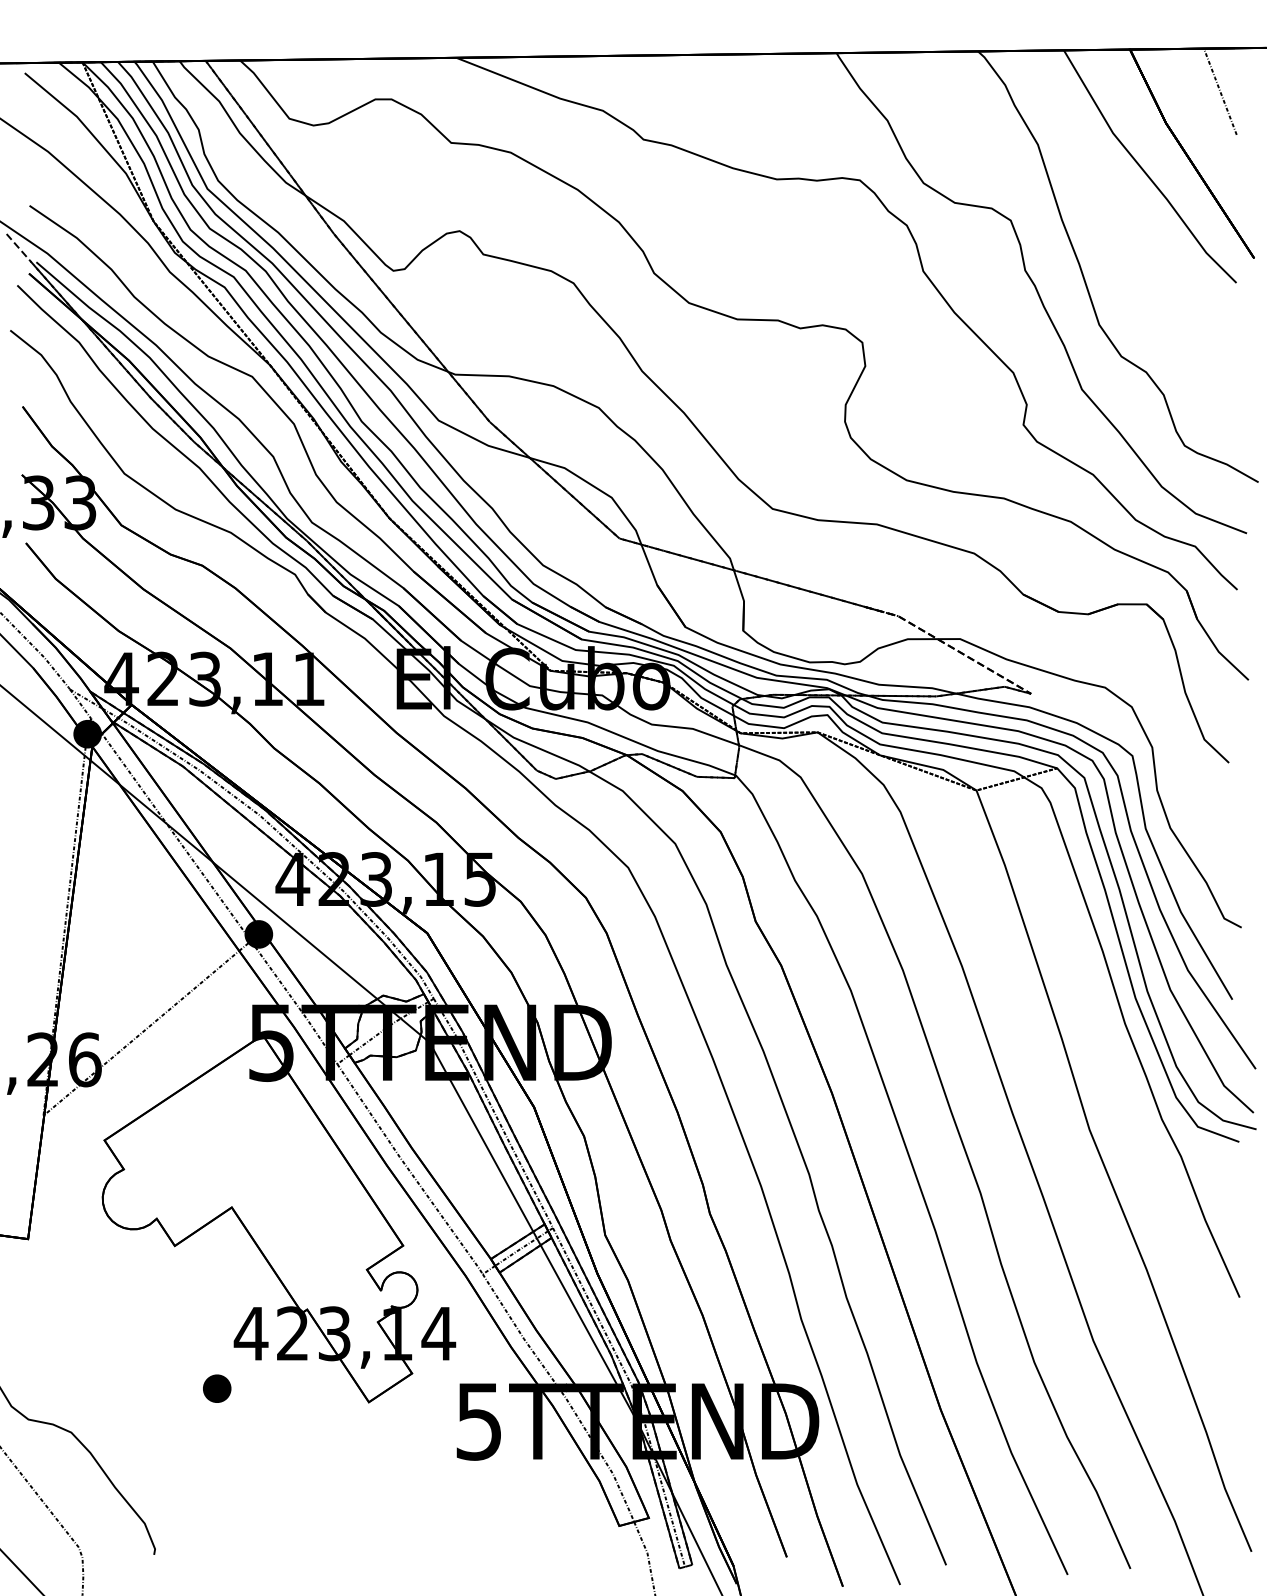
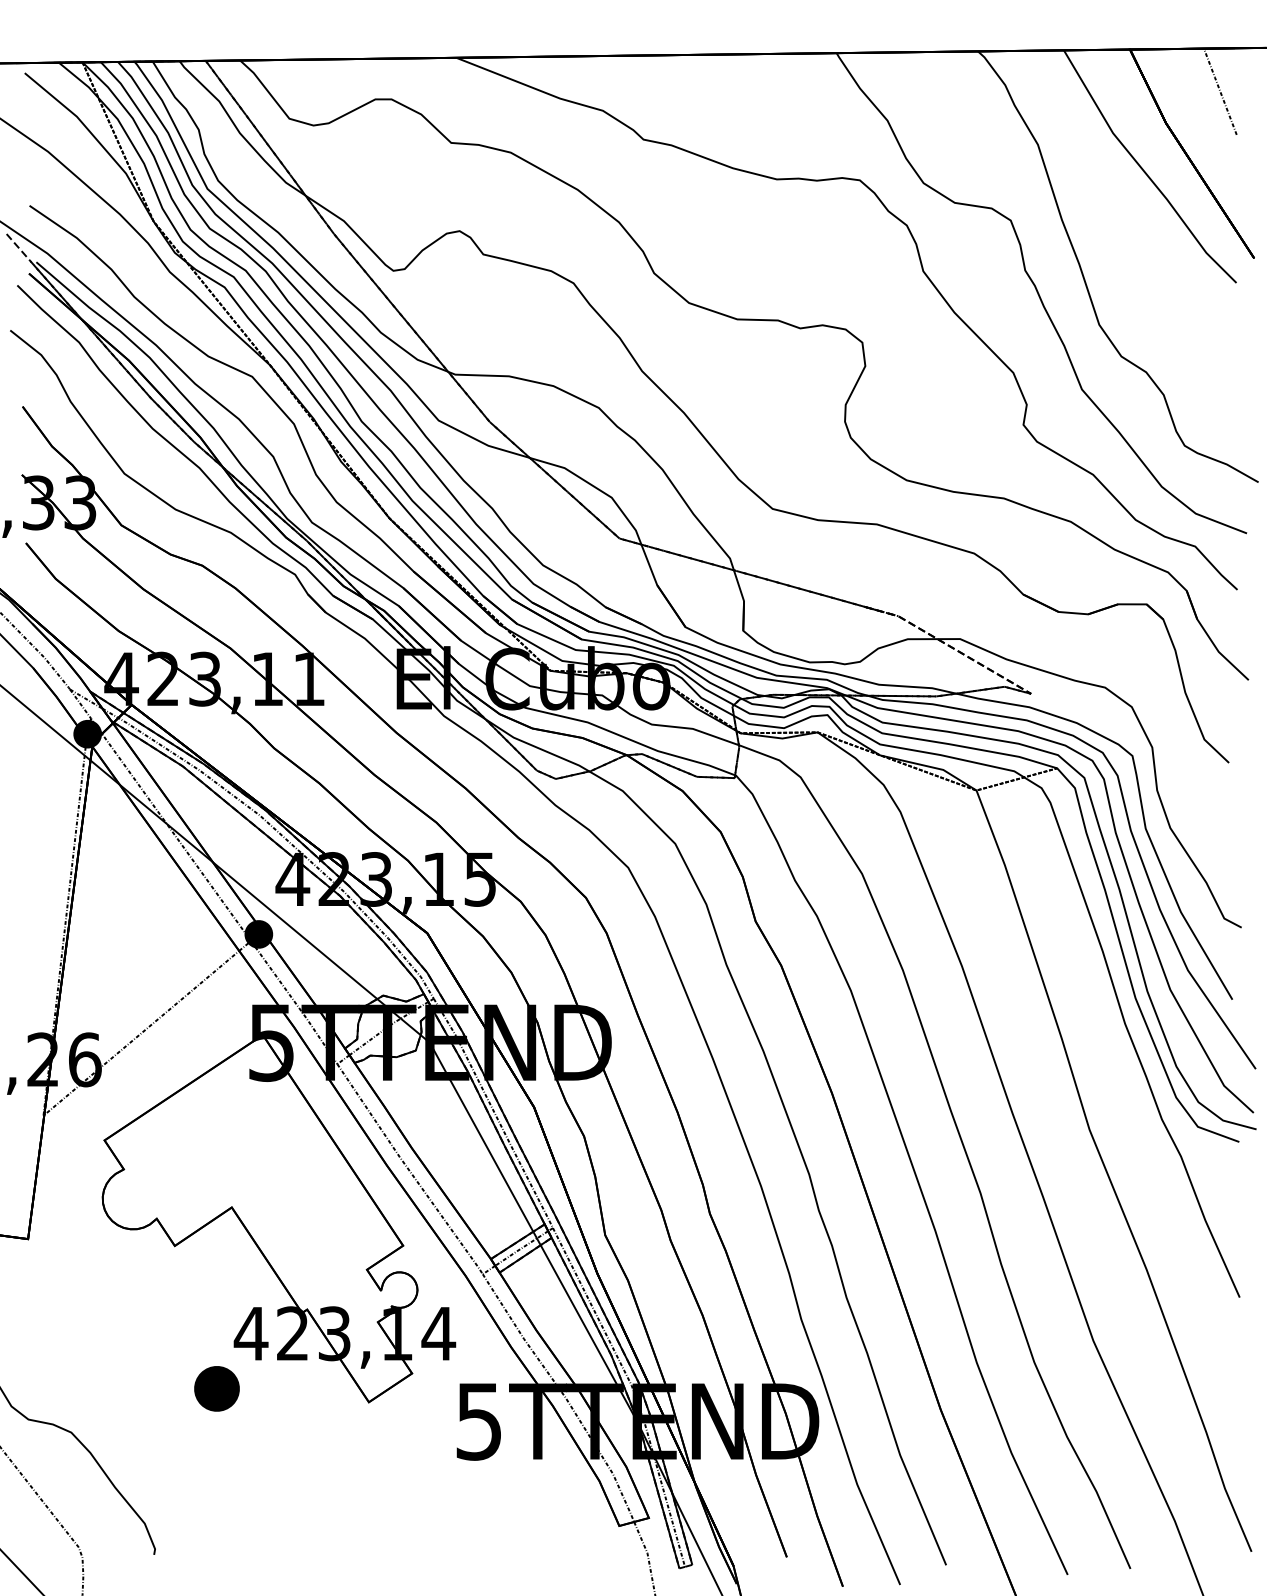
part at (217, 1388) size: 29x29 px -> 46x46 px
